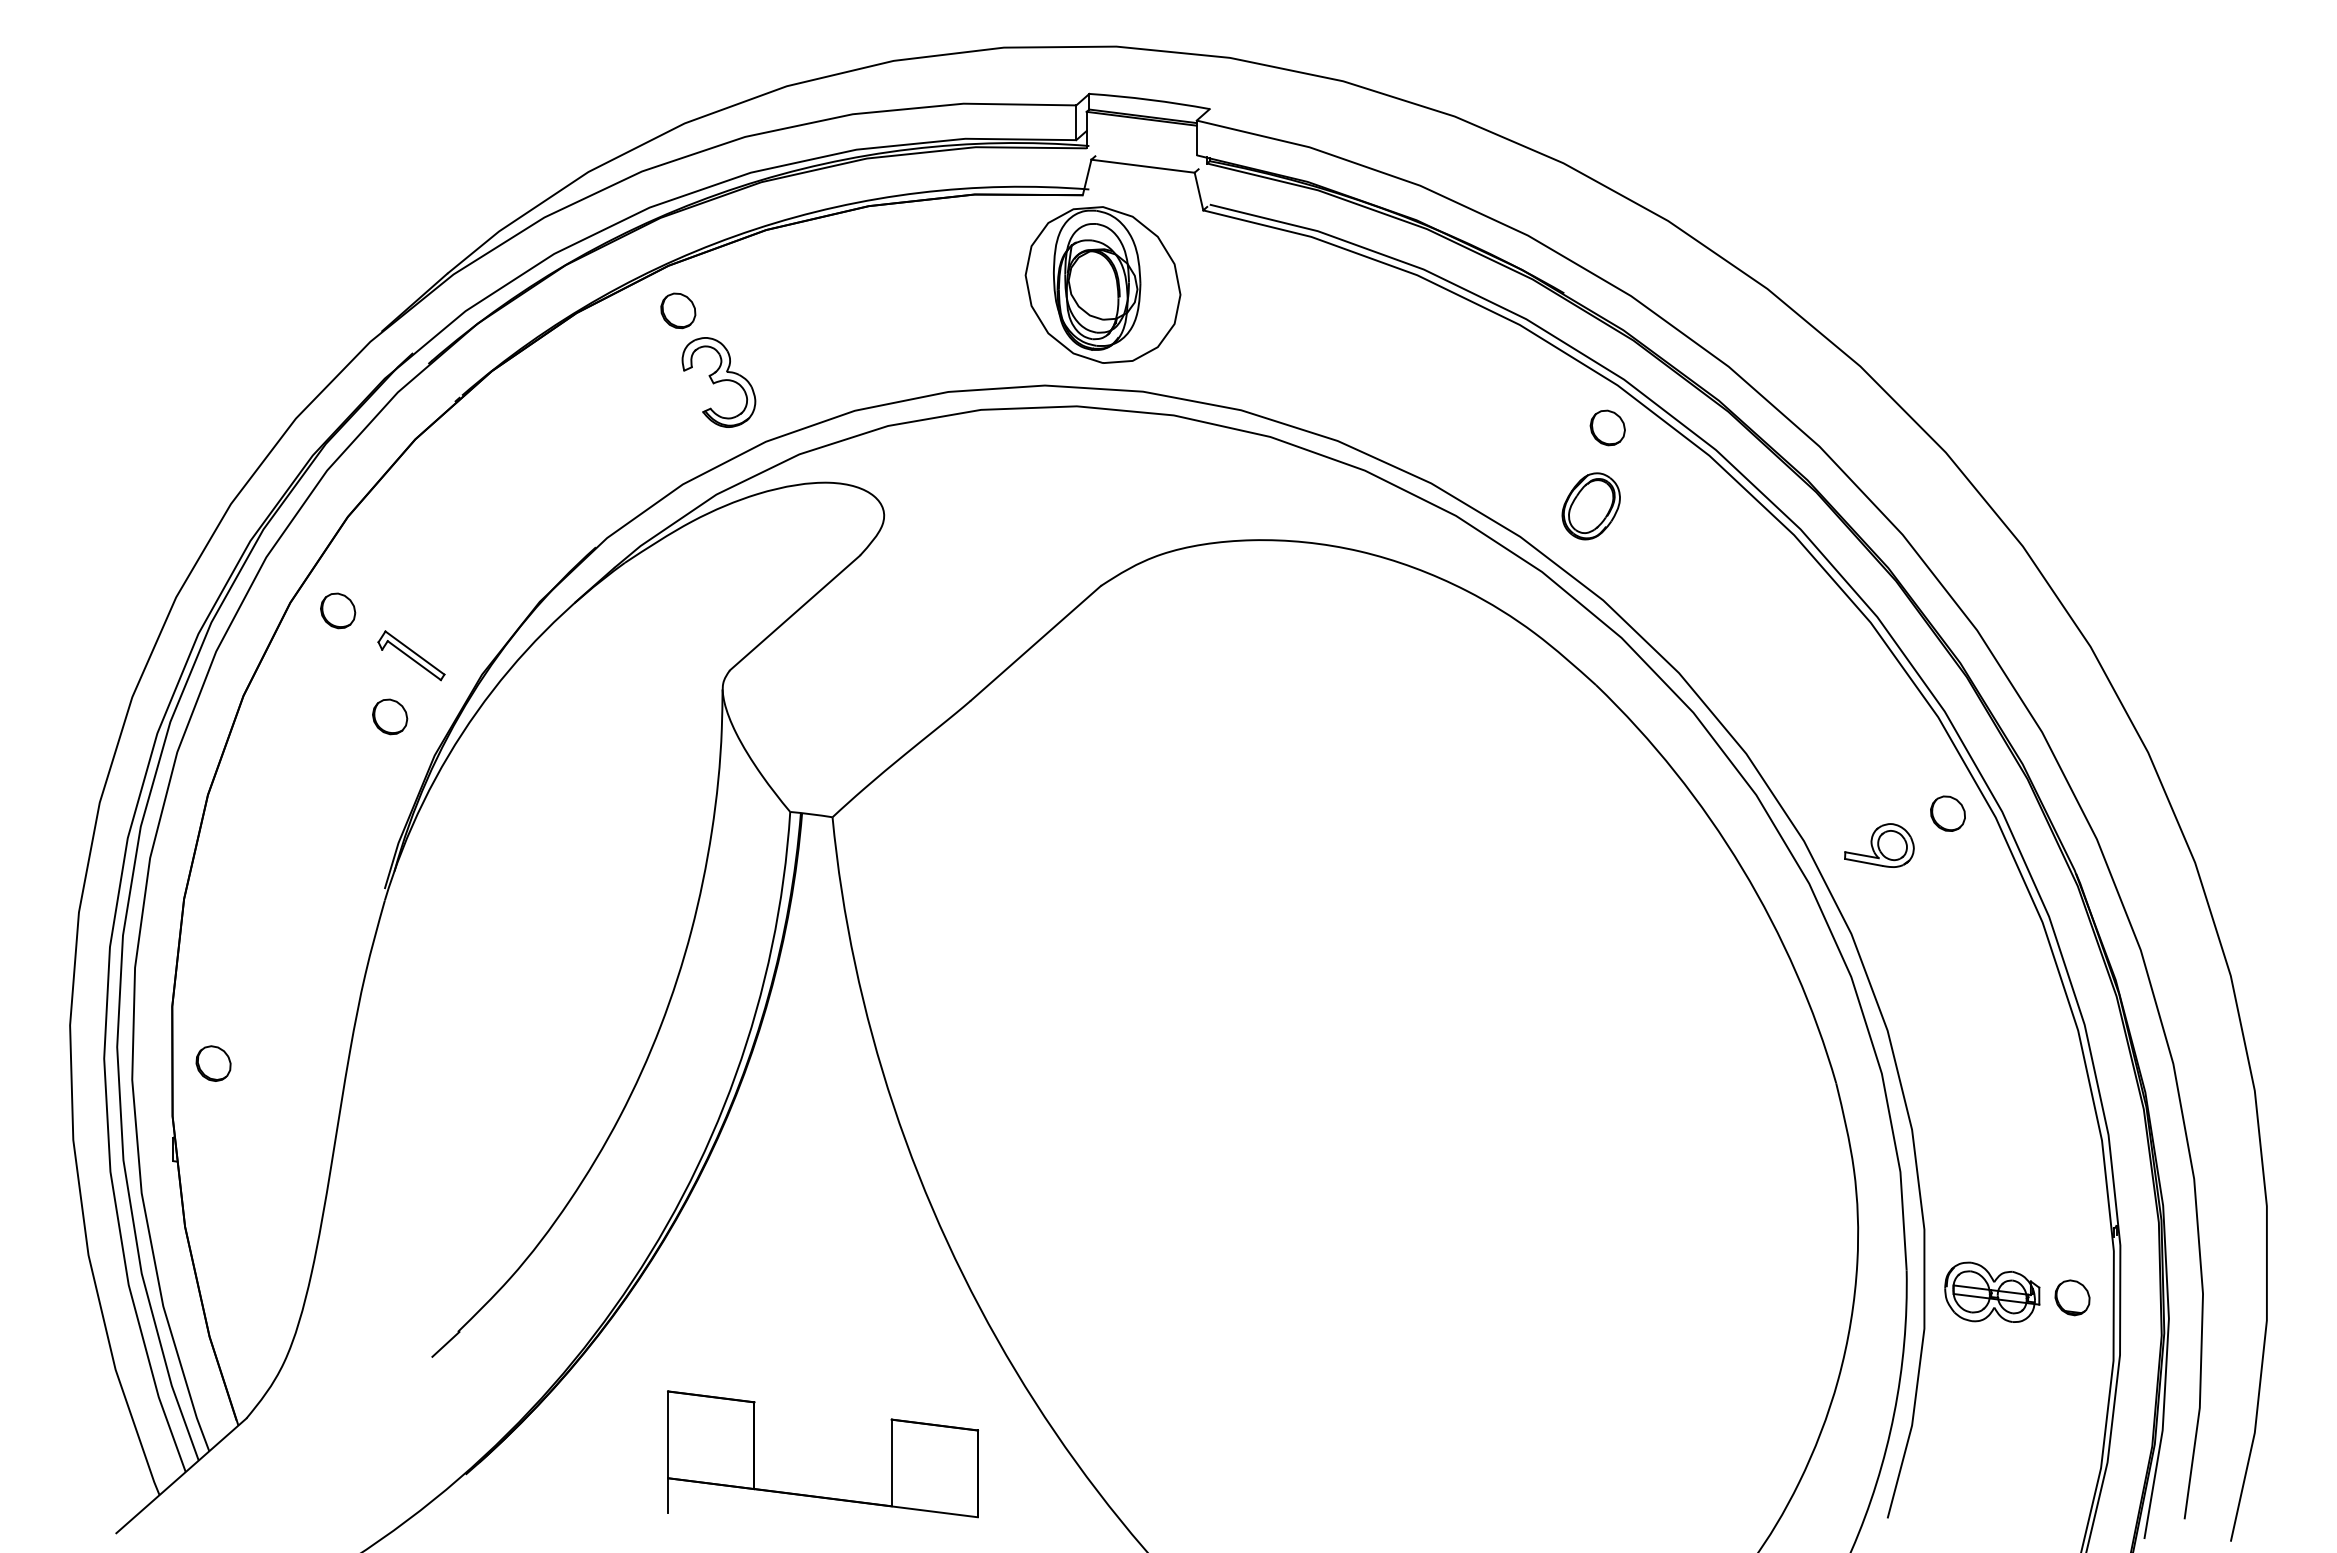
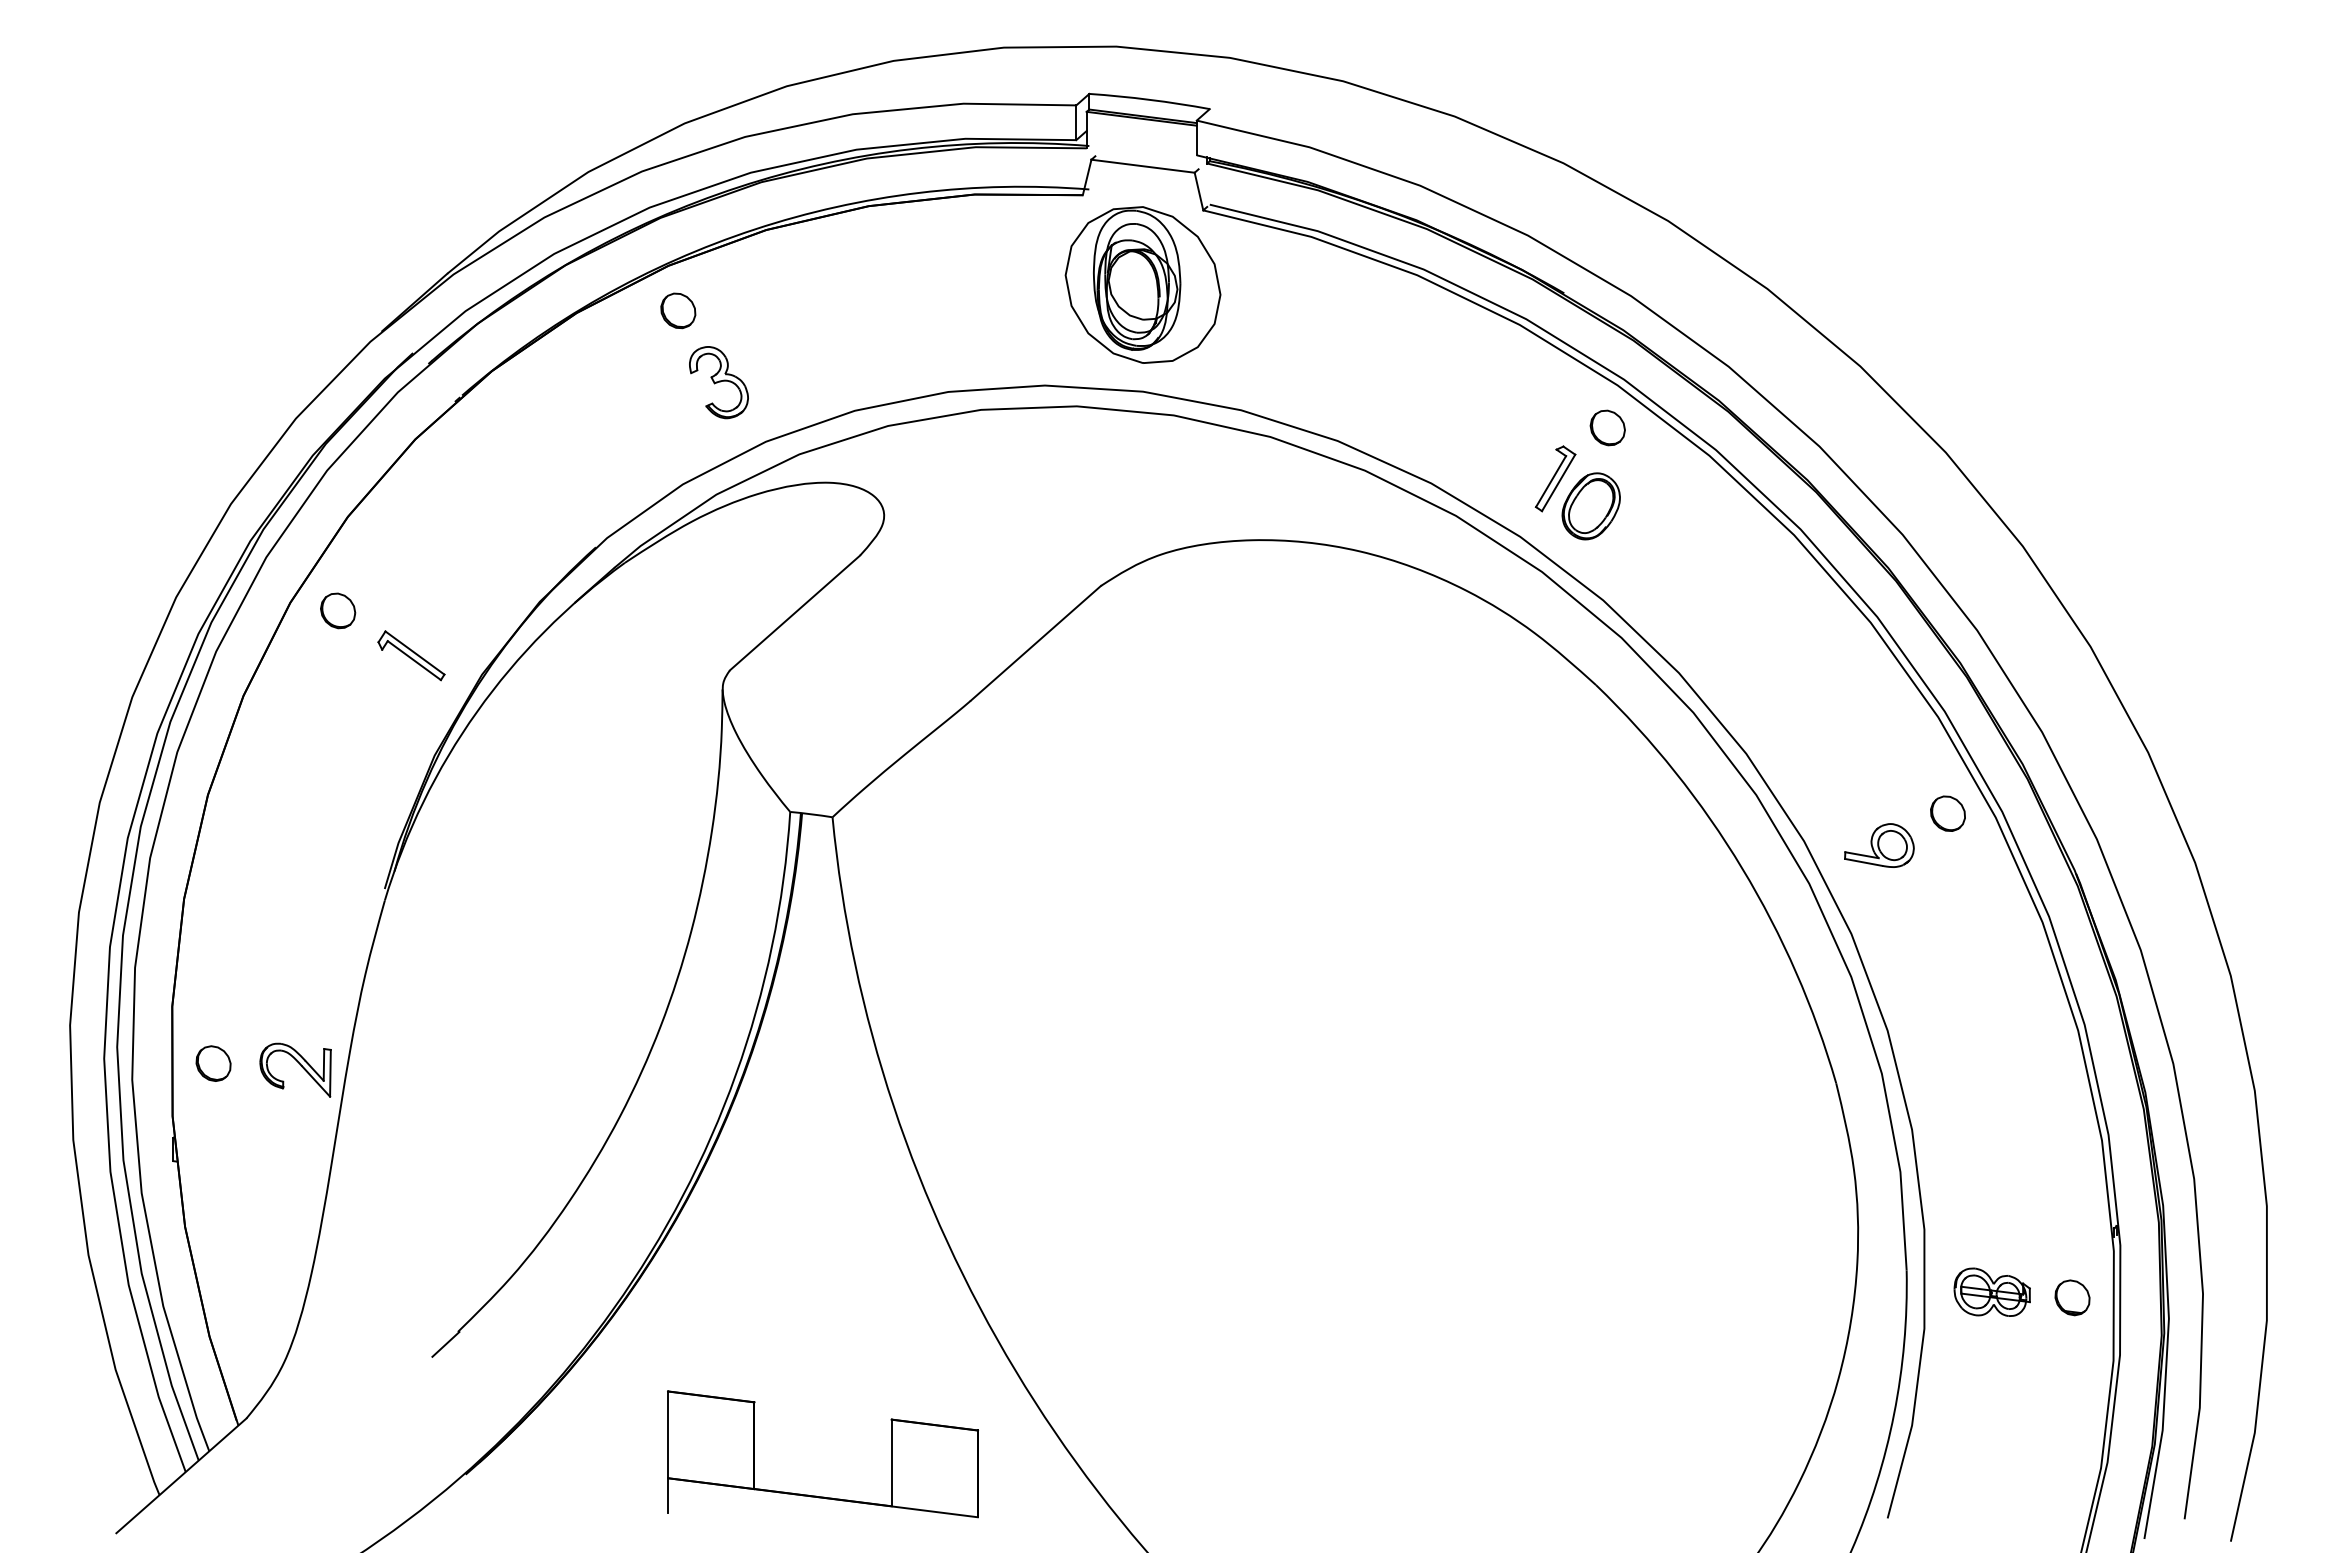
part at (1102, 284) position: (1102, 284) -> (1142, 284)
part at (718, 382) size: 76x91 px -> 60x74 px
part at (1555, 478): none -> present
part at (390, 716): present -> none
part at (301, 1067): none -> present
part at (1992, 1291) size: 97x62 px -> 78x50 px
